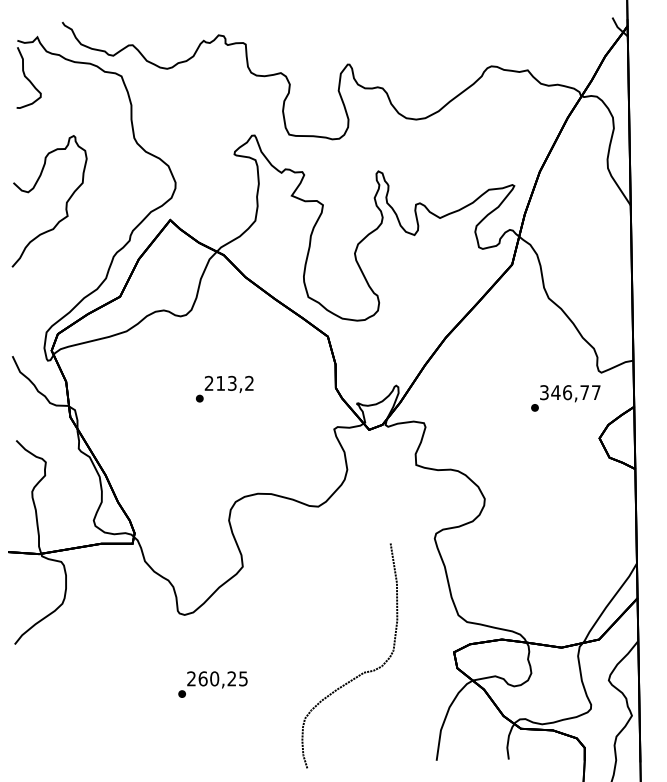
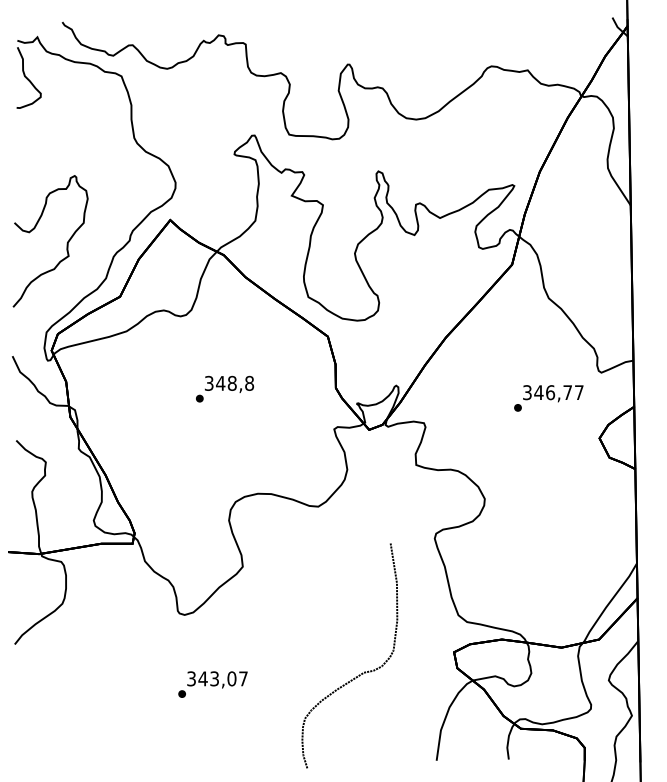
curve at (65, 203) position: (65, 203) -> (66, 243)
text at (229, 383): 213,2 -> 348,8
text at (565, 398) position: (565, 398) -> (548, 398)
text at (217, 678): 260,25 -> 343,07
